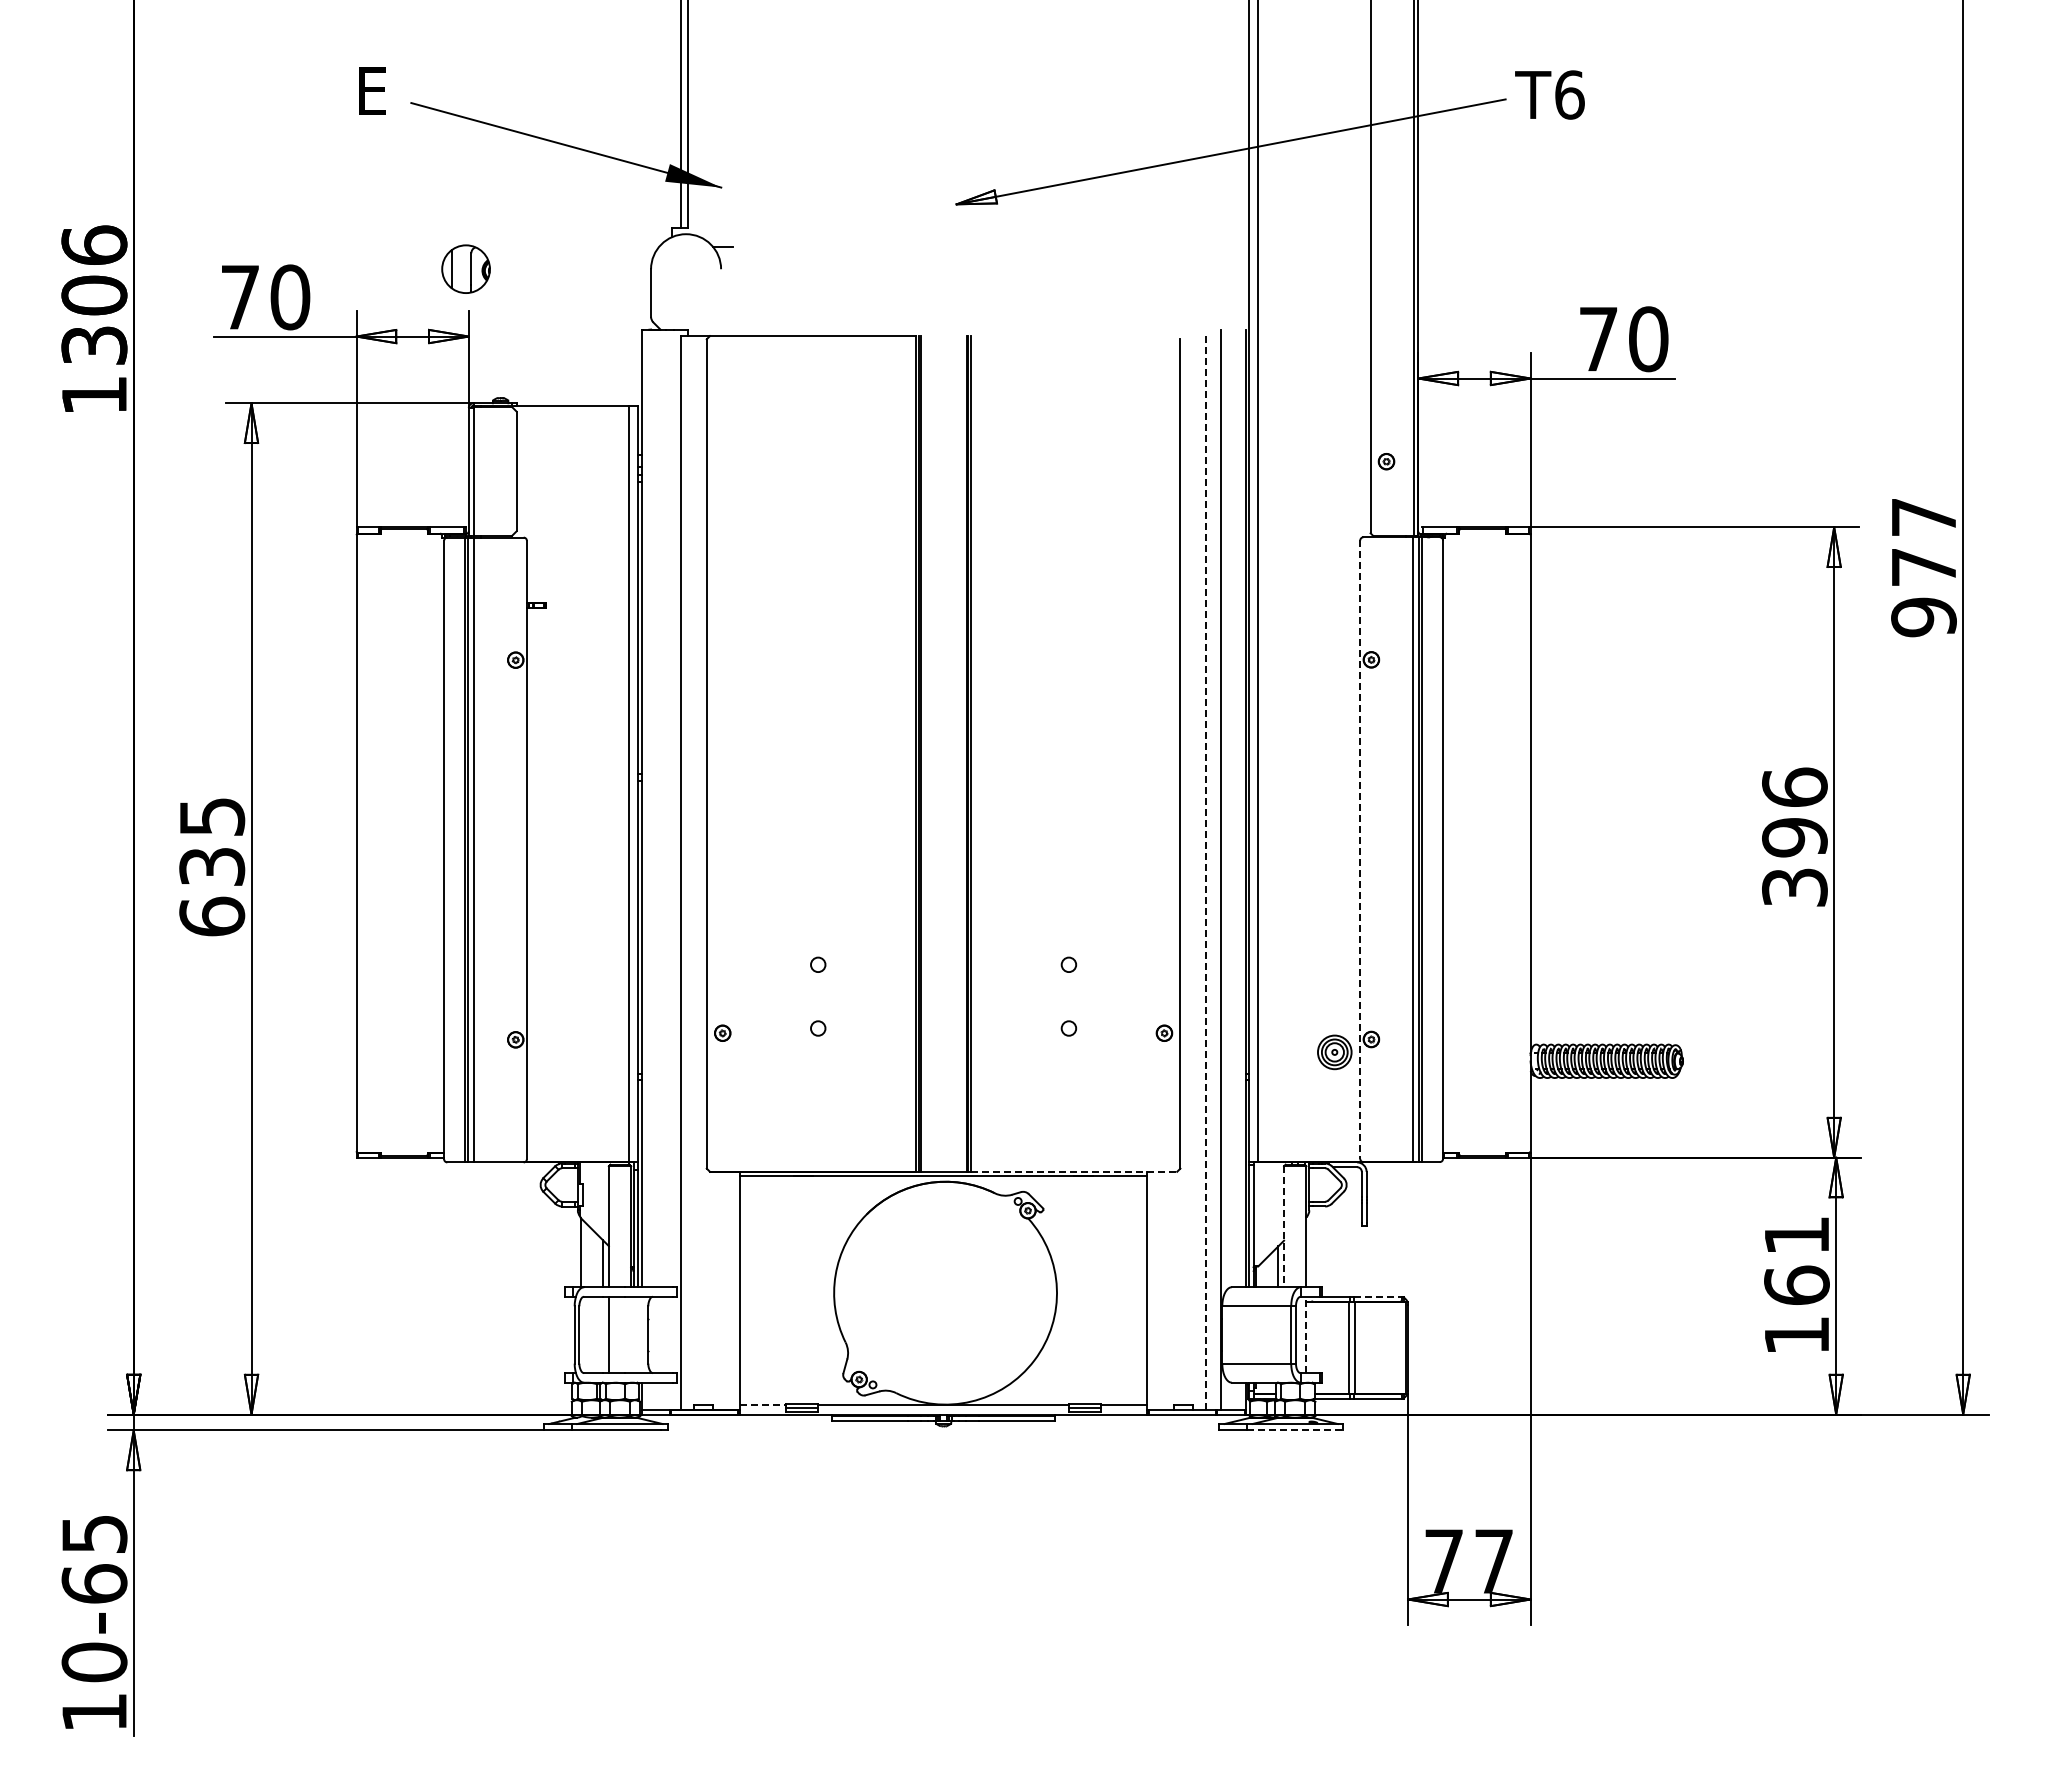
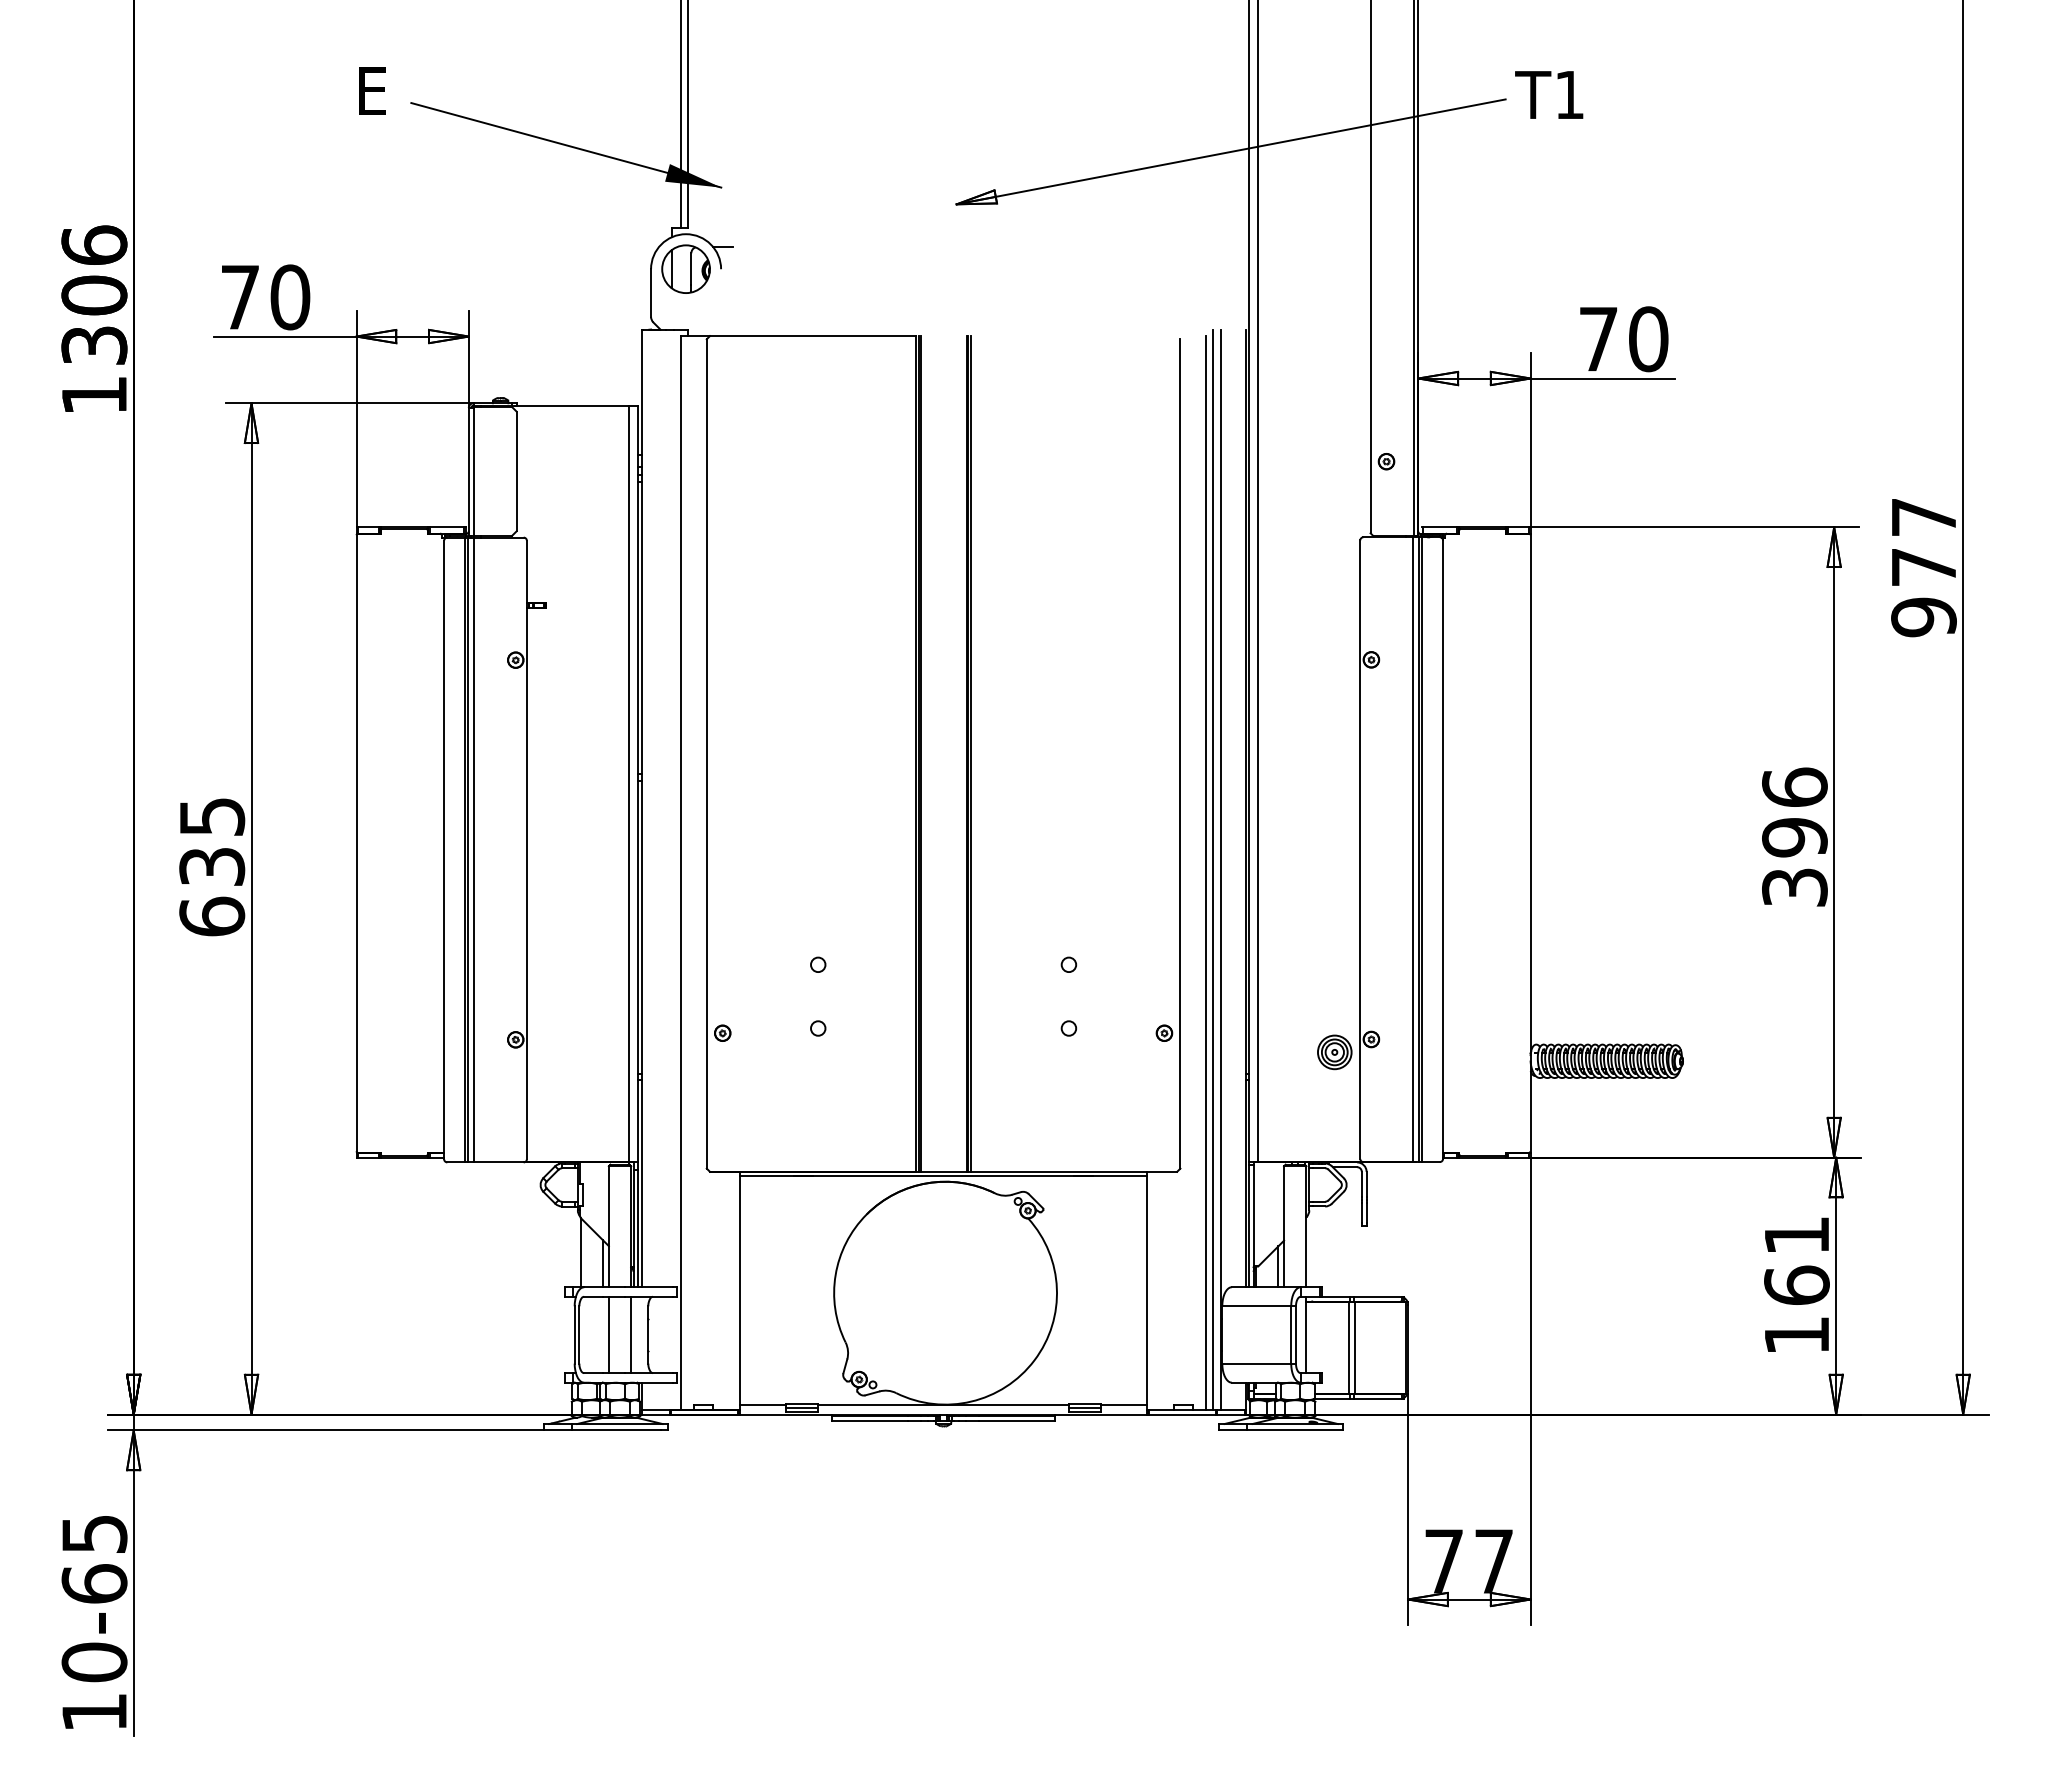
text at (1569, 94): T6 -> T1
part at (465, 268) position: (465, 268) -> (685, 268)
line at (1360, 850): dashed -> solid
line at (1213, 869): none -> present
line at (1205, 872): dashed -> solid
line at (1074, 1171): dashed -> solid
line at (1284, 1227): dashed -> solid
line at (1378, 1296): dashed -> solid
line at (631, 1334): none -> present
line at (1306, 1334): dashed -> solid
line at (763, 1404): dashed -> solid
line at (1295, 1430): dashed -> solid
